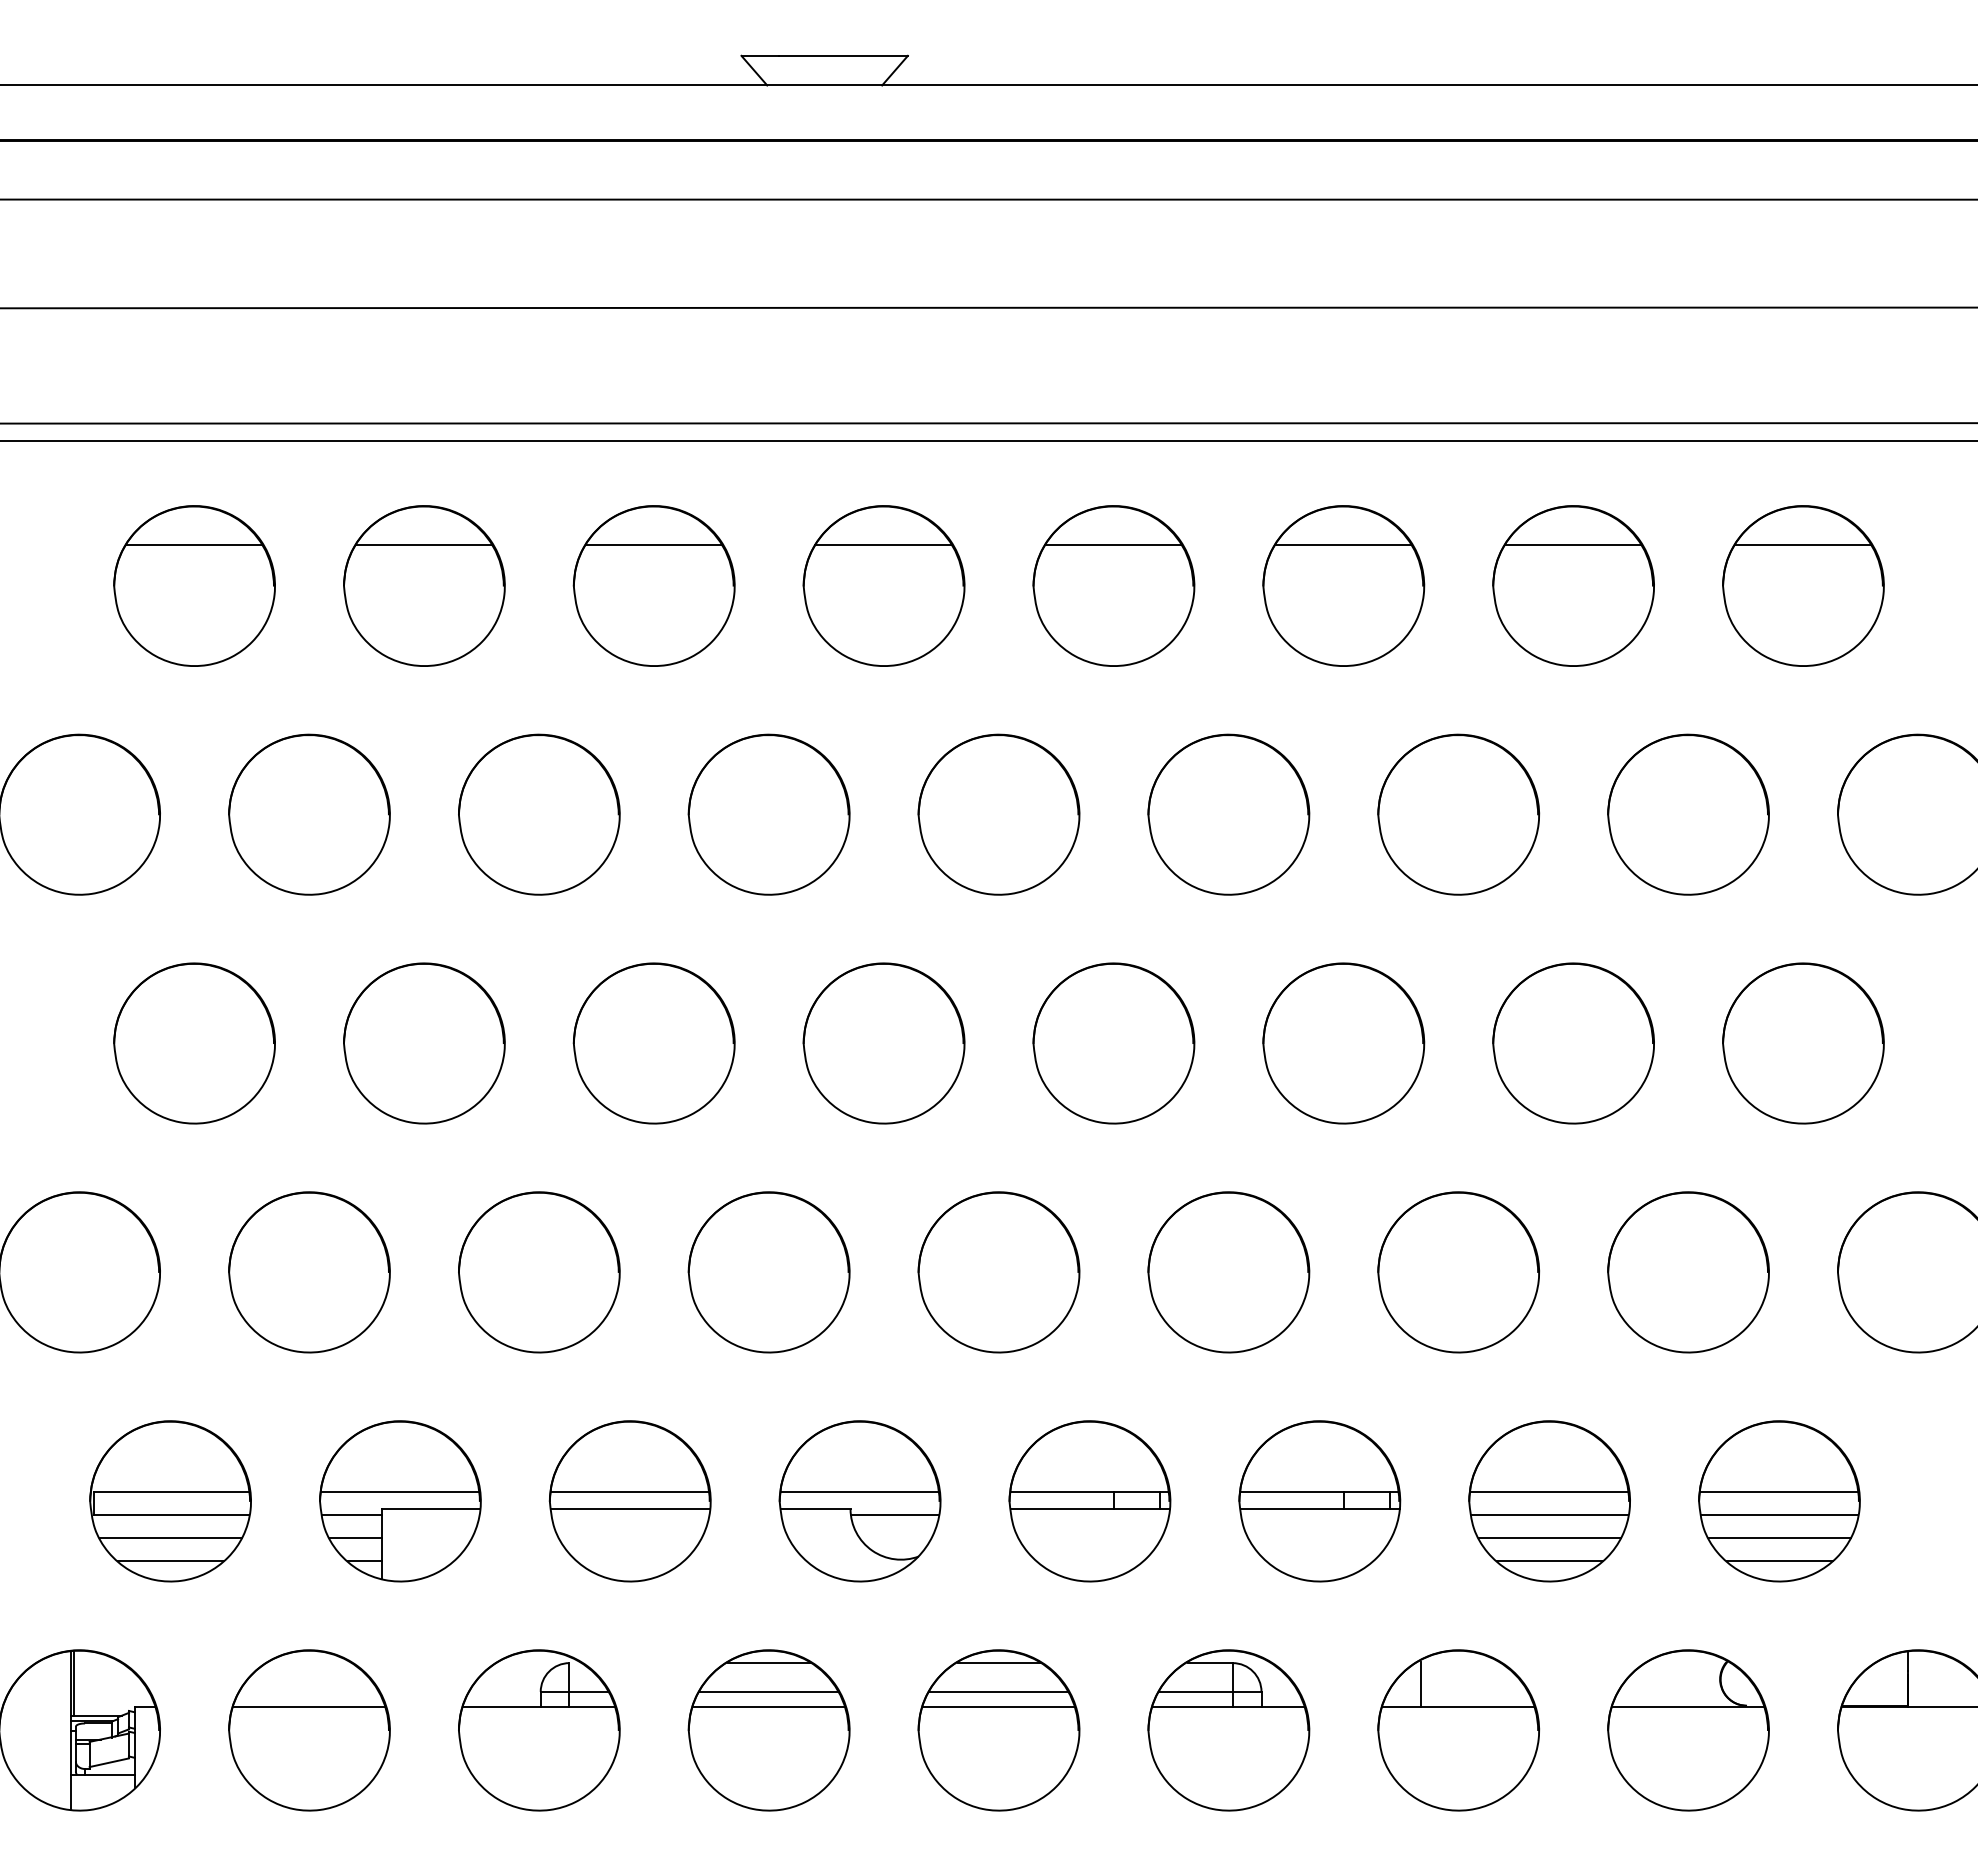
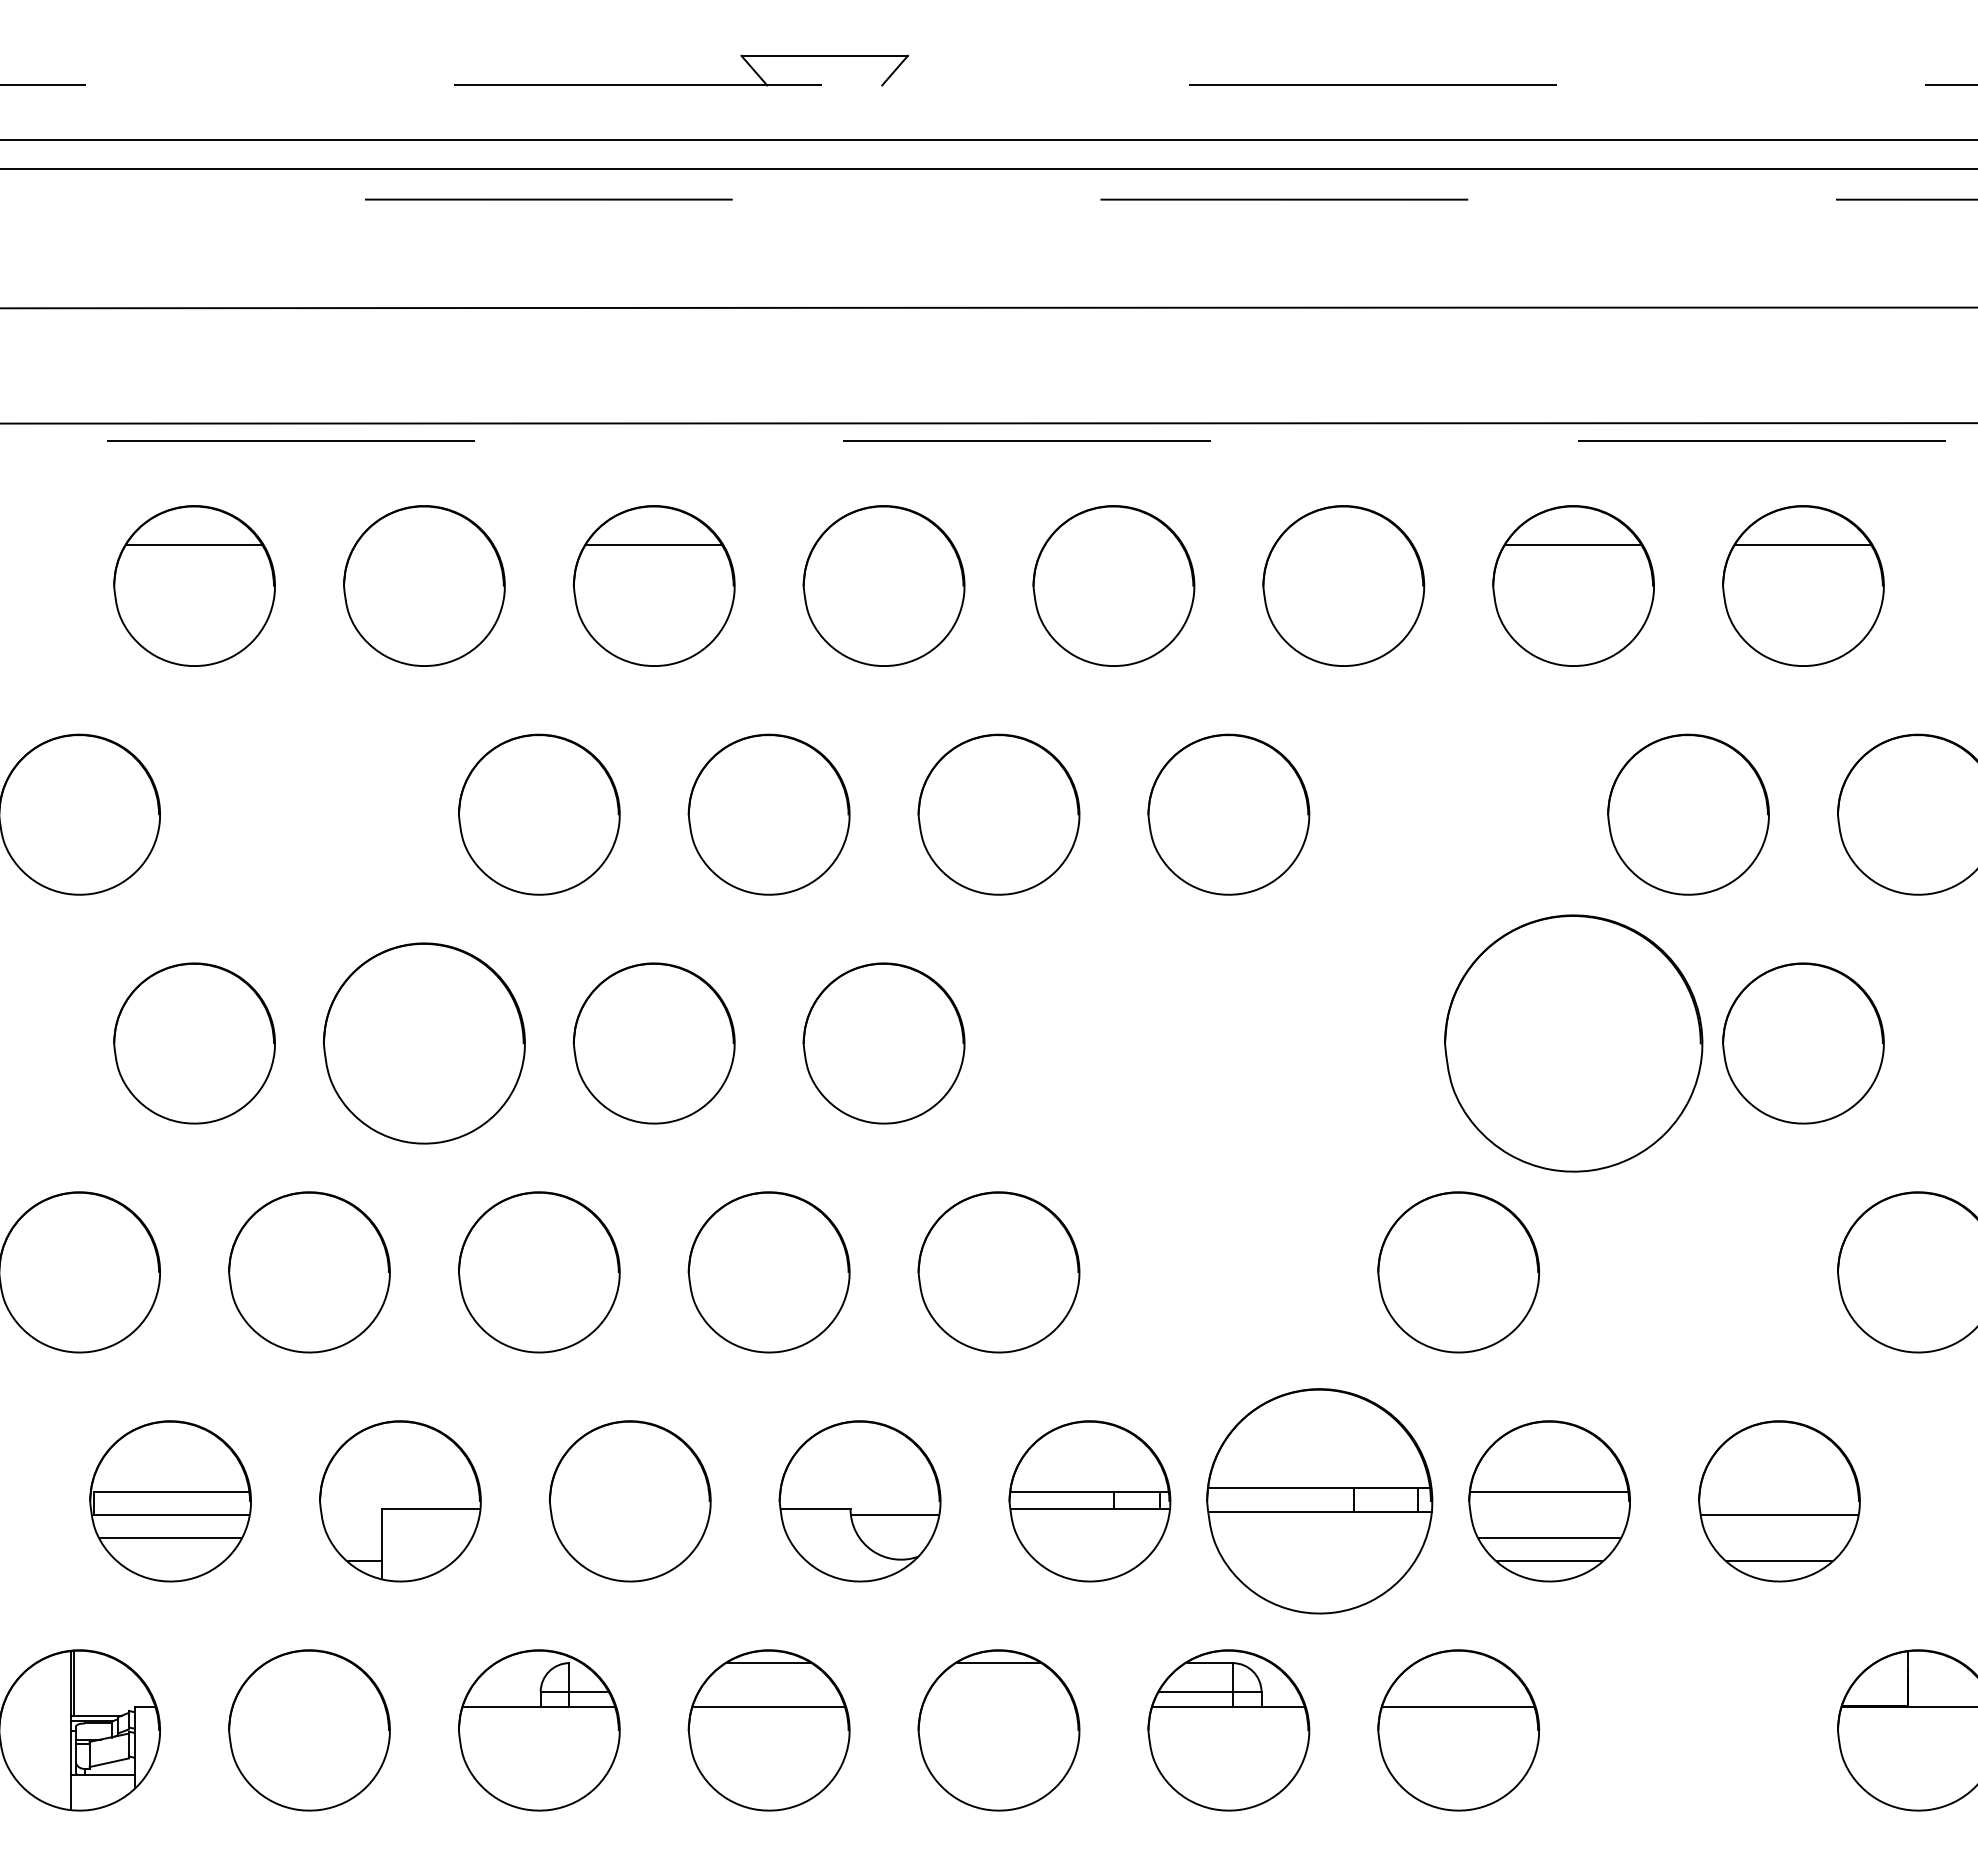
line at (989, 85): solid -> dashed
line at (988, 141) position: (988, 141) -> (988, 169)
line at (989, 199): solid -> dashed
line at (988, 440): solid -> dashed
line at (423, 545): present -> none
line at (883, 545): present -> none
line at (1113, 545): present -> none
line at (1343, 545): present -> none
part at (309, 814): present -> none
part at (1458, 814): present -> none
part at (424, 1043) size: 163x163 px -> 204x203 px
part at (1113, 1043): present -> none
part at (1343, 1043): present -> none
part at (1573, 1043) size: 163x163 px -> 260x259 px
part at (1228, 1272): present -> none
part at (1688, 1272): present -> none
line at (400, 1491): present -> none
line at (629, 1491): present -> none
line at (859, 1491): present -> none
line at (1779, 1491): present -> none
part at (1319, 1501) size: 164x163 px -> 228x227 px
line at (630, 1509): present -> none
line at (351, 1514): present -> none
line at (1549, 1514): present -> none
line at (355, 1537): present -> none
line at (1779, 1537): present -> none
line at (170, 1560): present -> none
line at (1420, 1683): present -> none
line at (768, 1691): present -> none
line at (998, 1691): present -> none
line at (309, 1706): present -> none
line at (998, 1706): present -> none
part at (1688, 1730): present -> none
